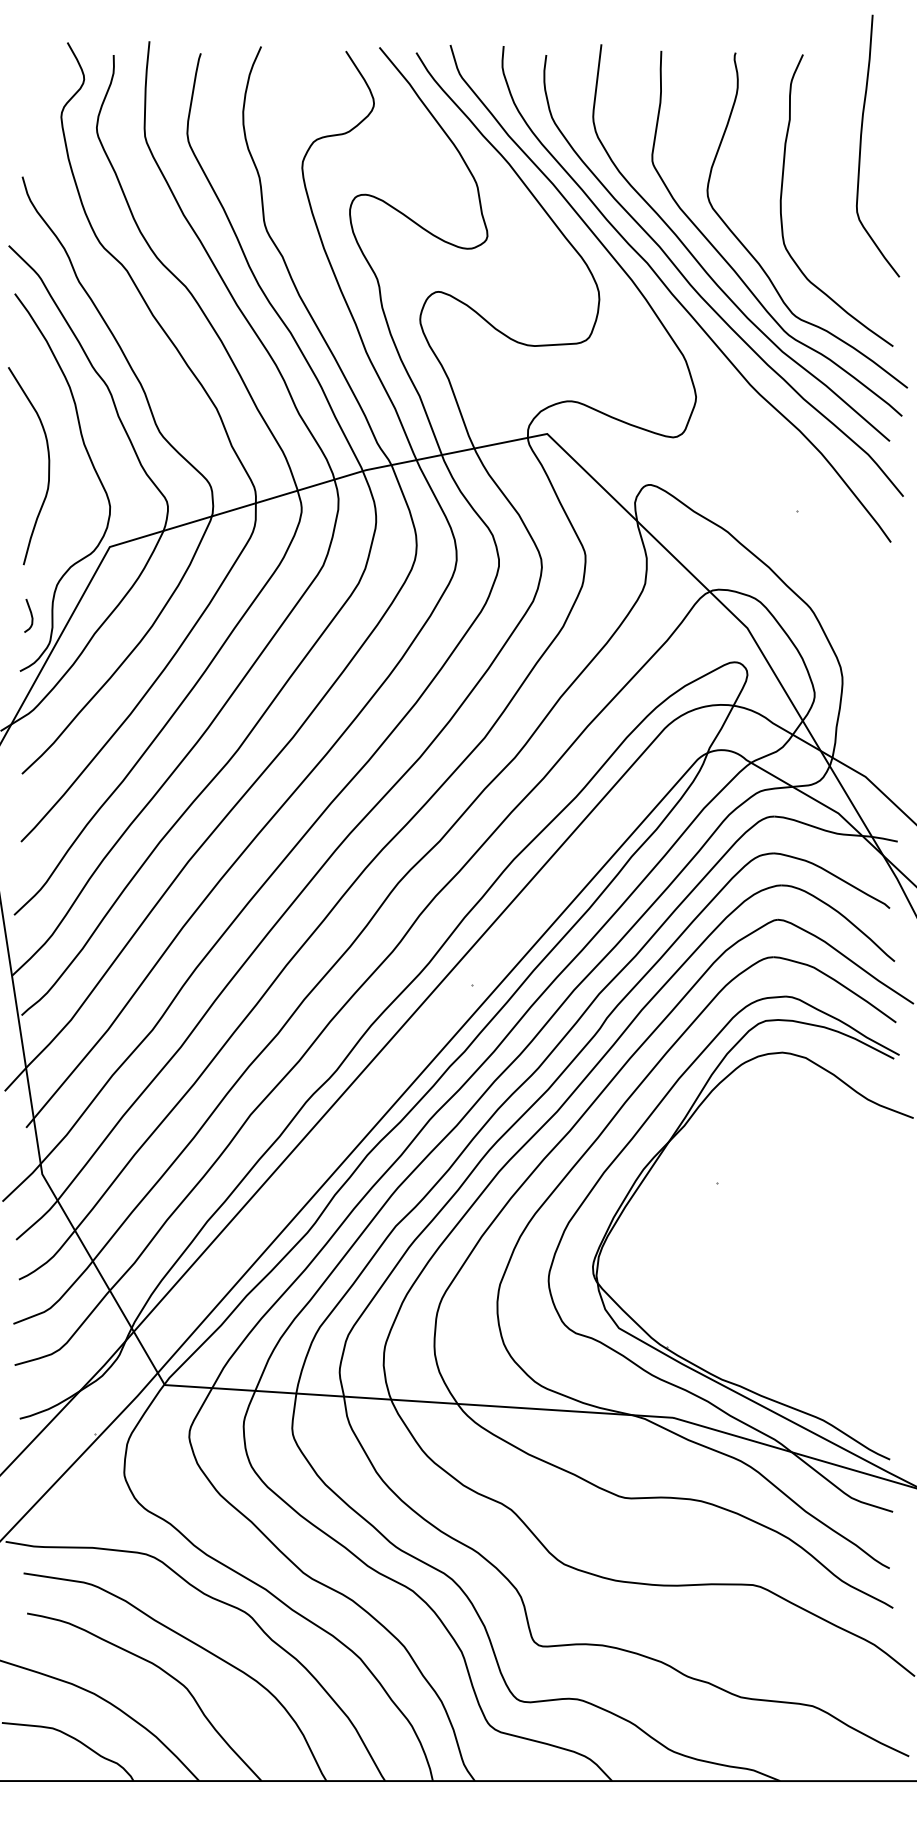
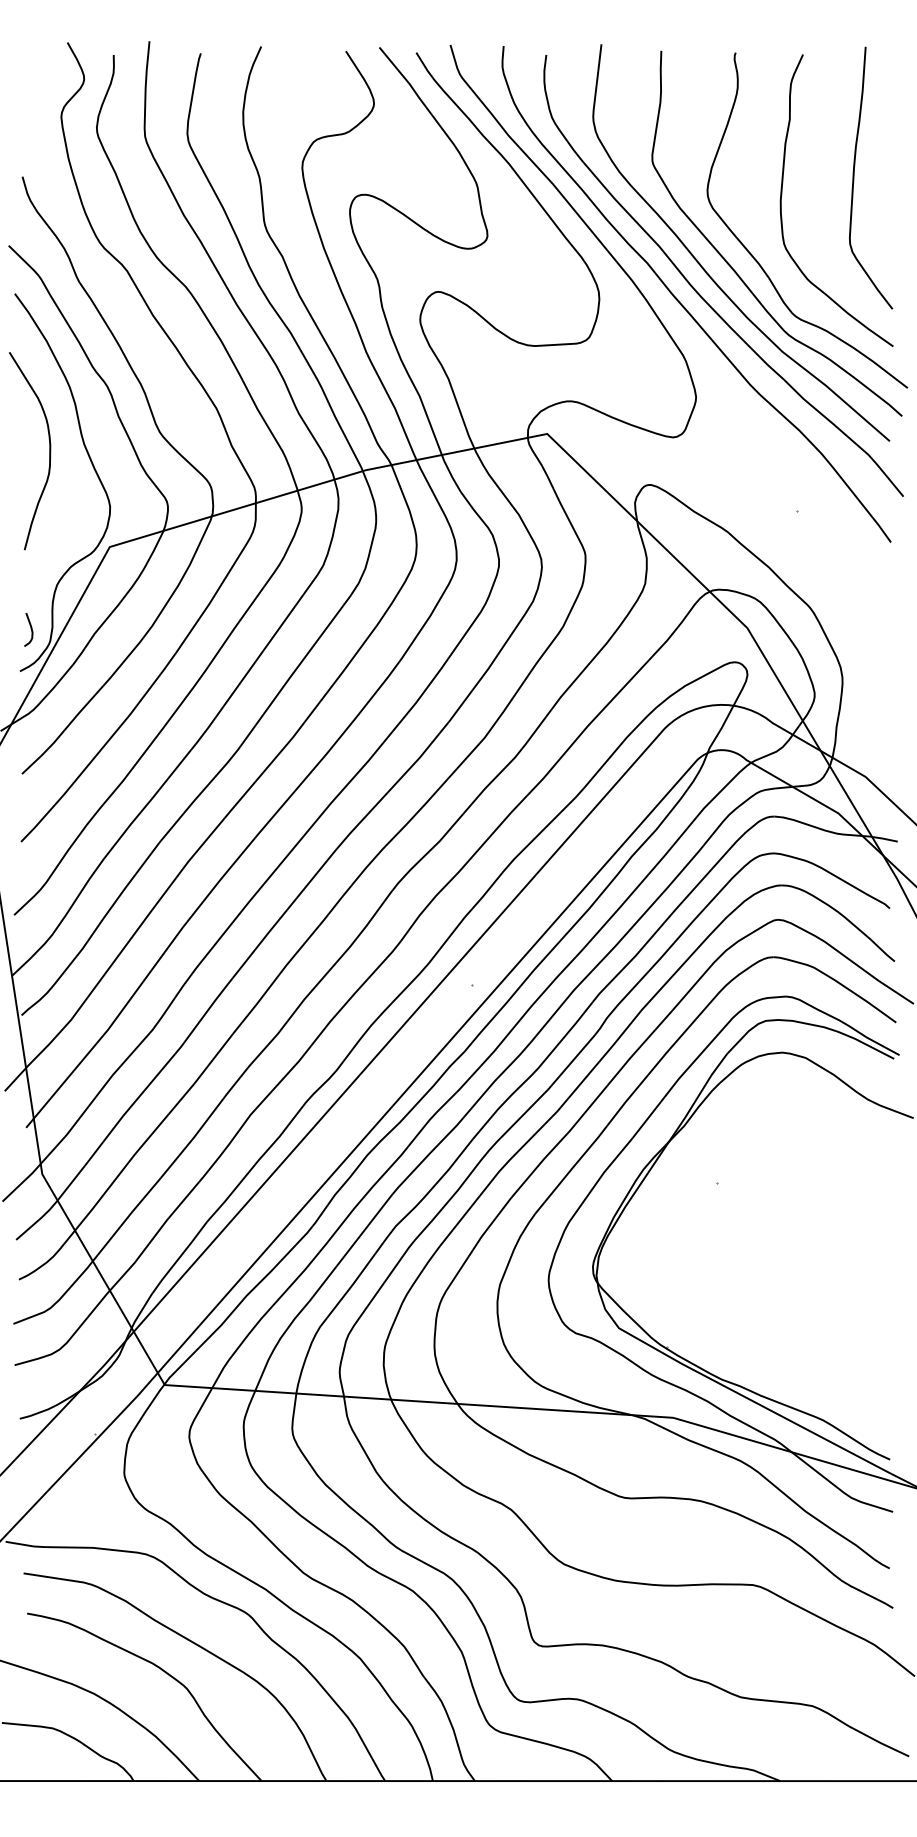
curve at (861, 145) position: (861, 145) -> (854, 177)
curve at (48, 466) position: (48, 466) -> (49, 451)
curve at (30, 615) position: (30, 615) -> (30, 629)
